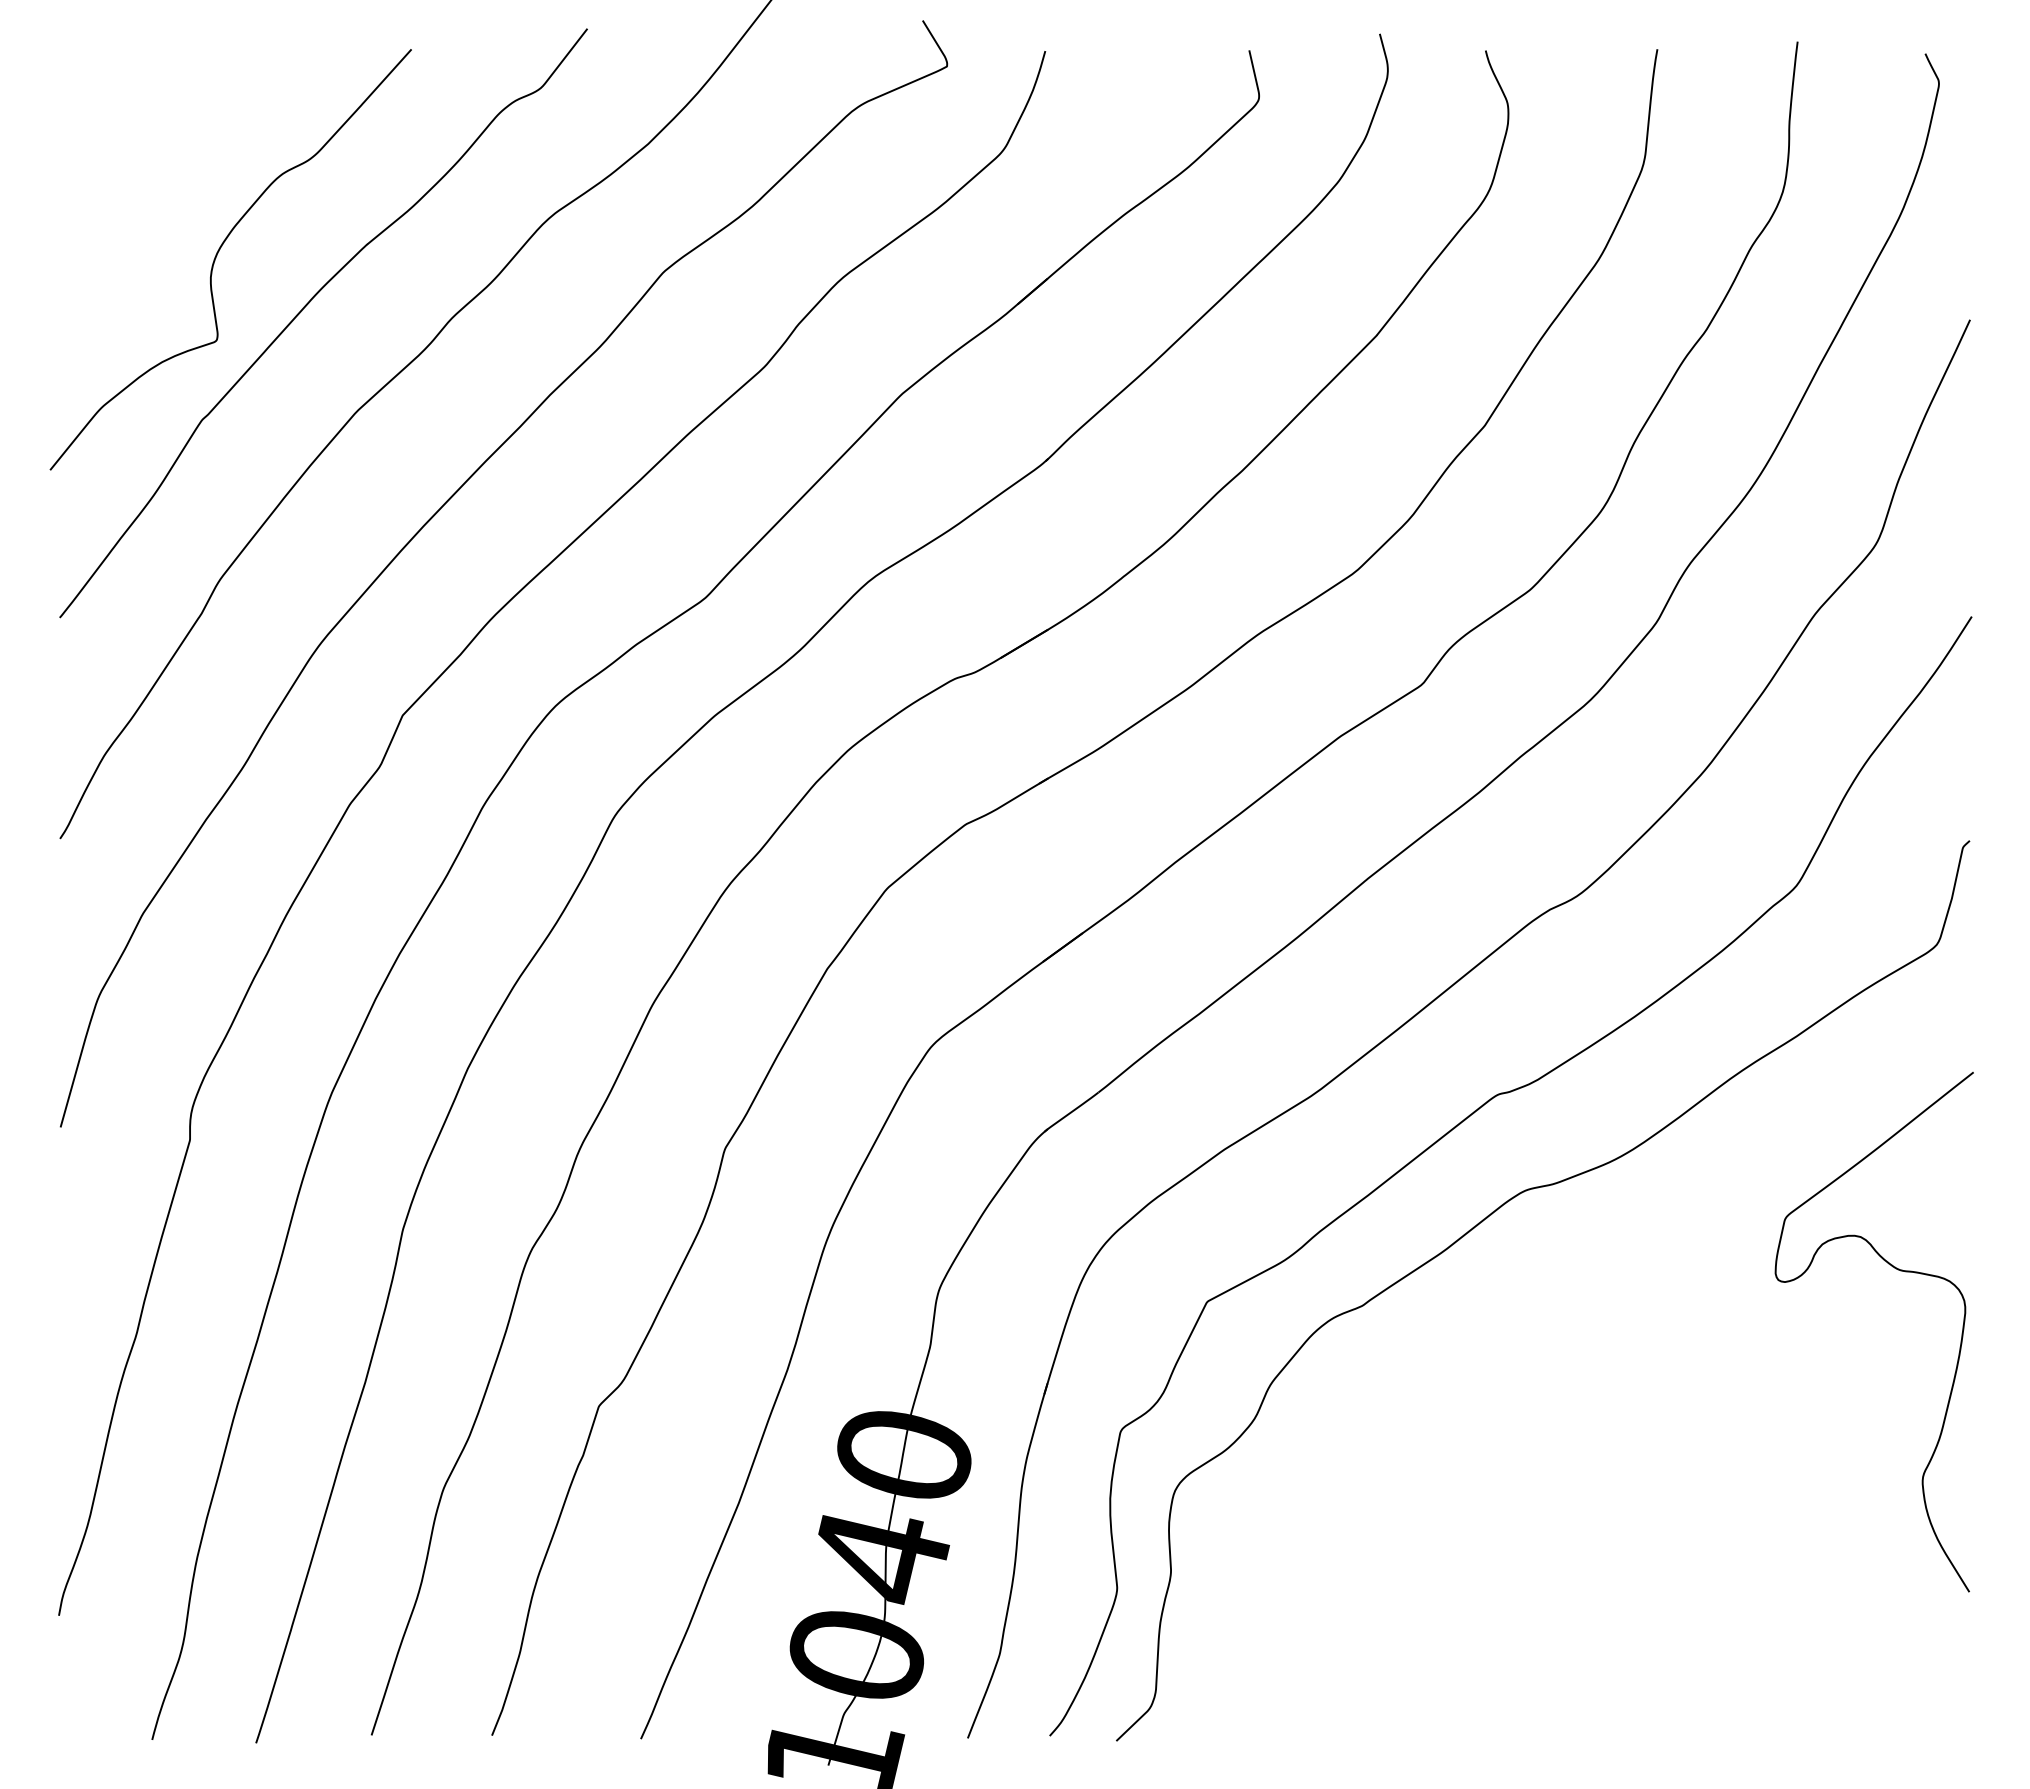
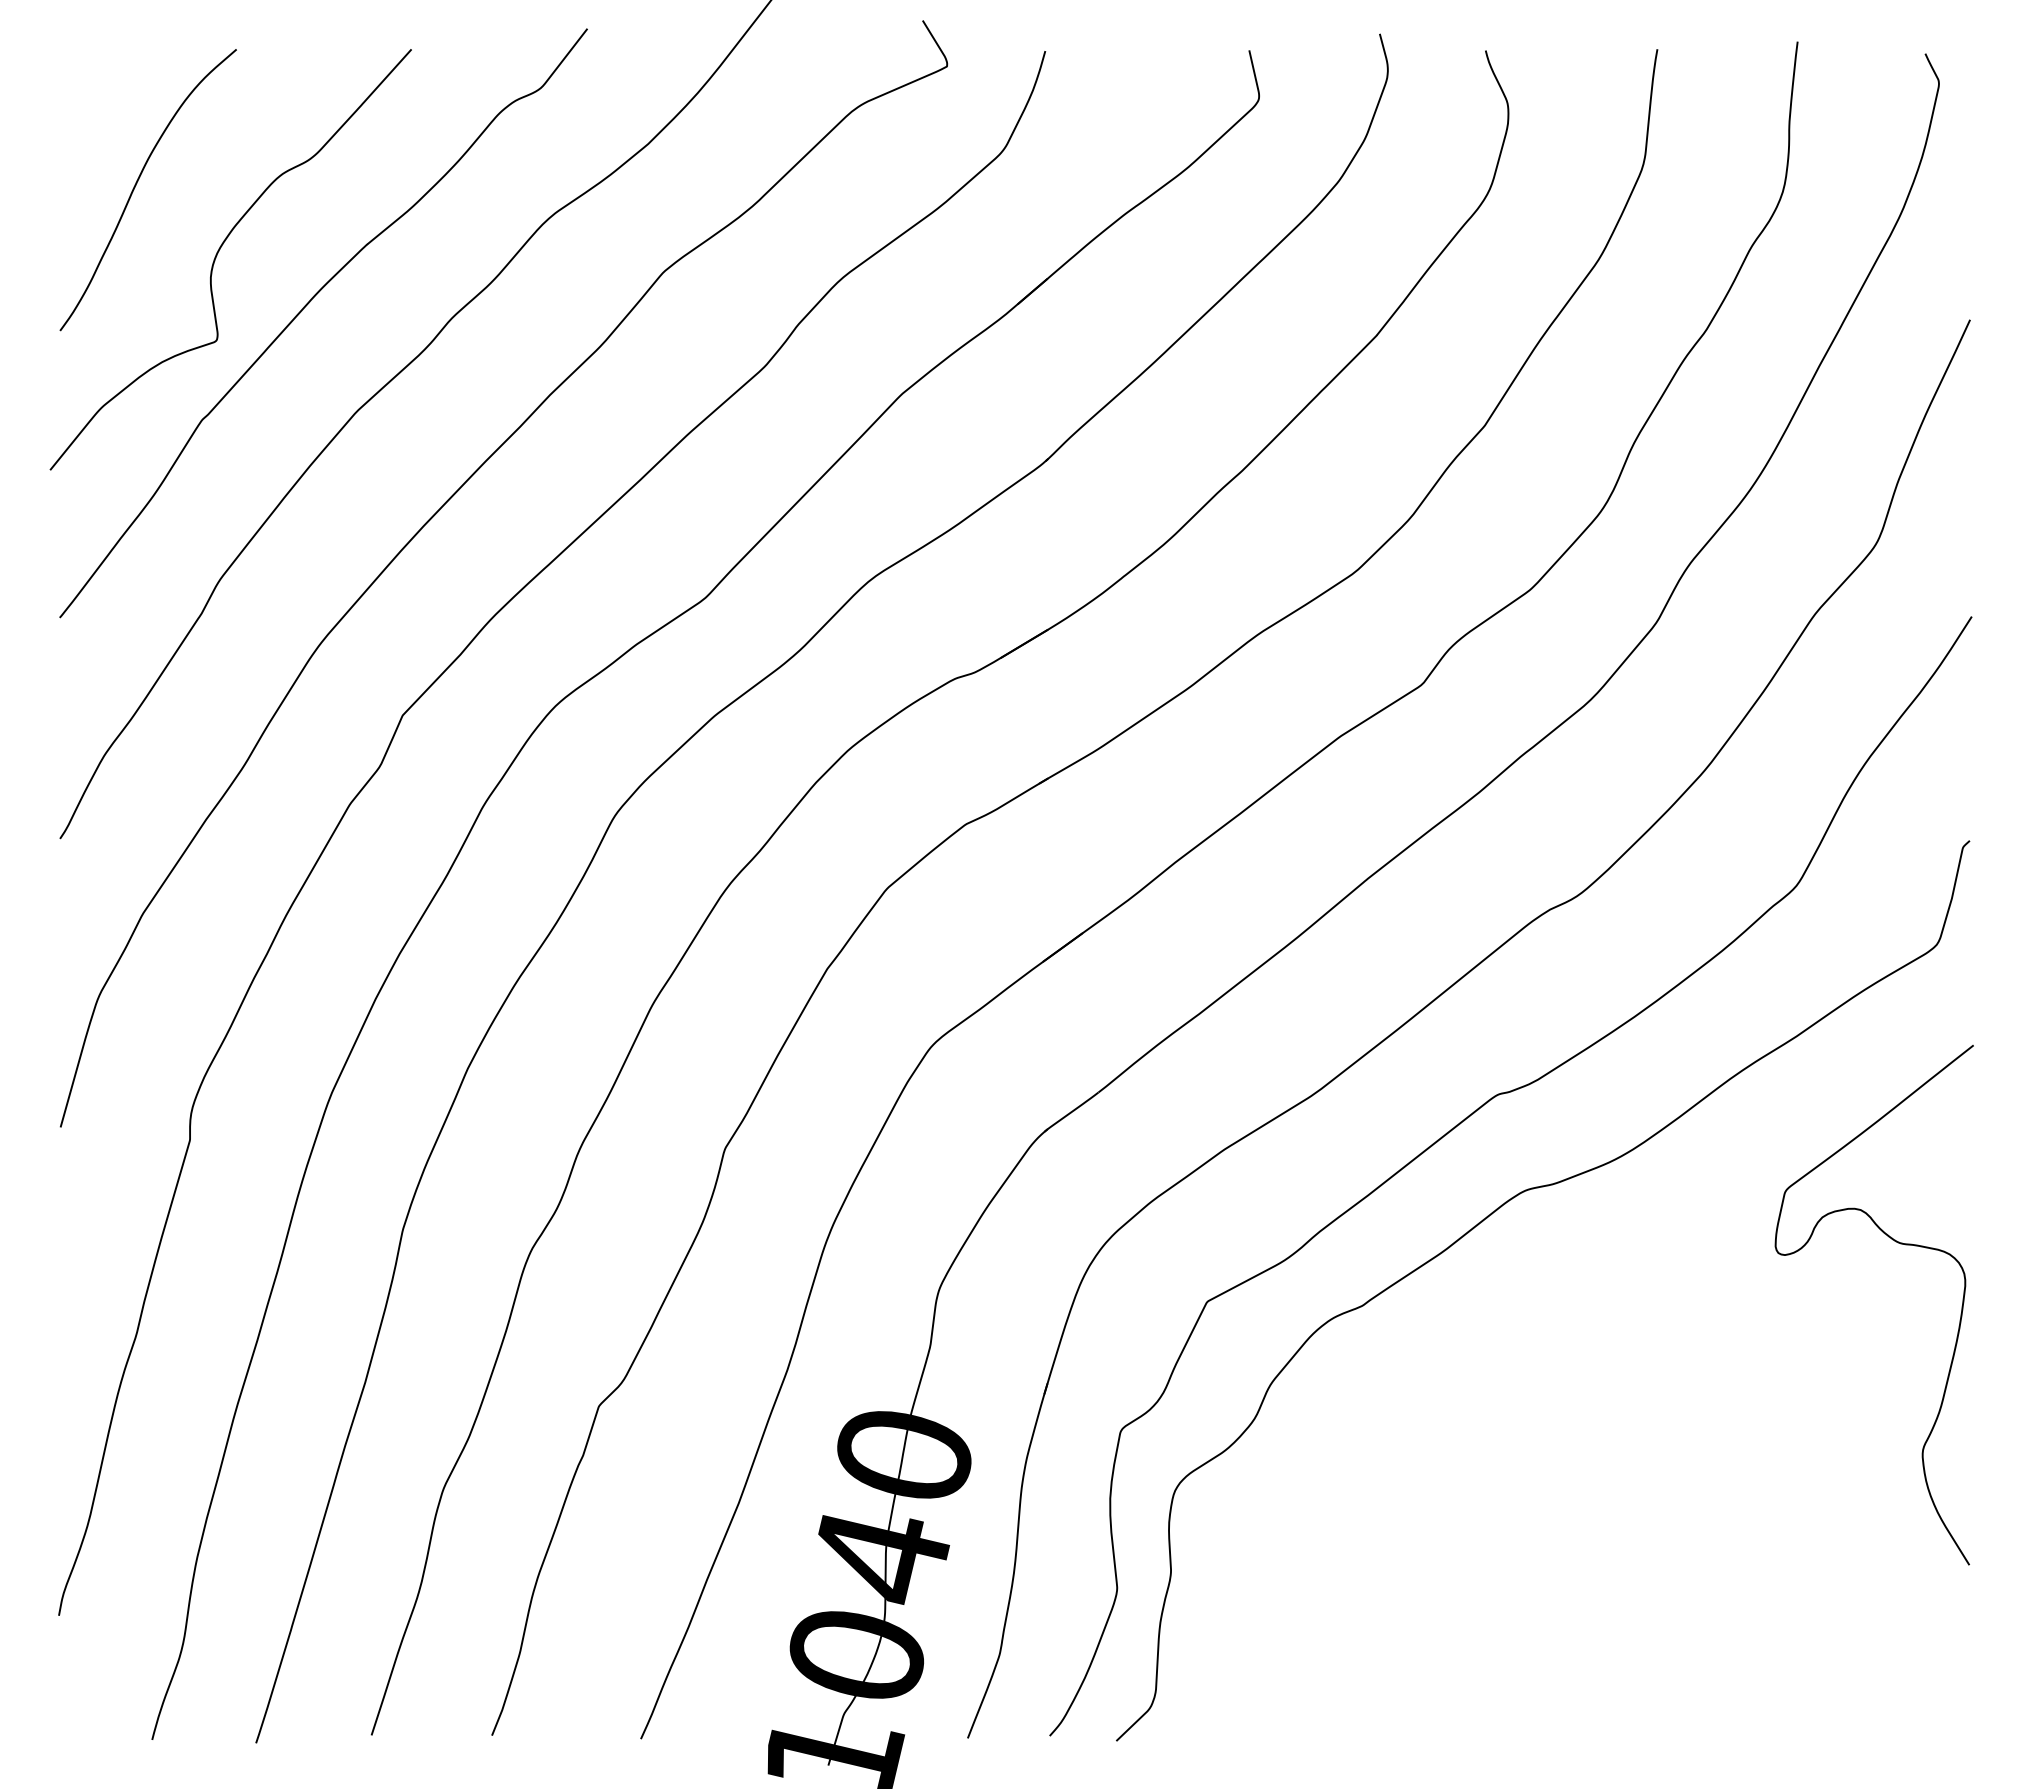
curve at (136, 185): none -> present
curve at (1900, 1271) position: (1900, 1271) -> (1900, 1244)
